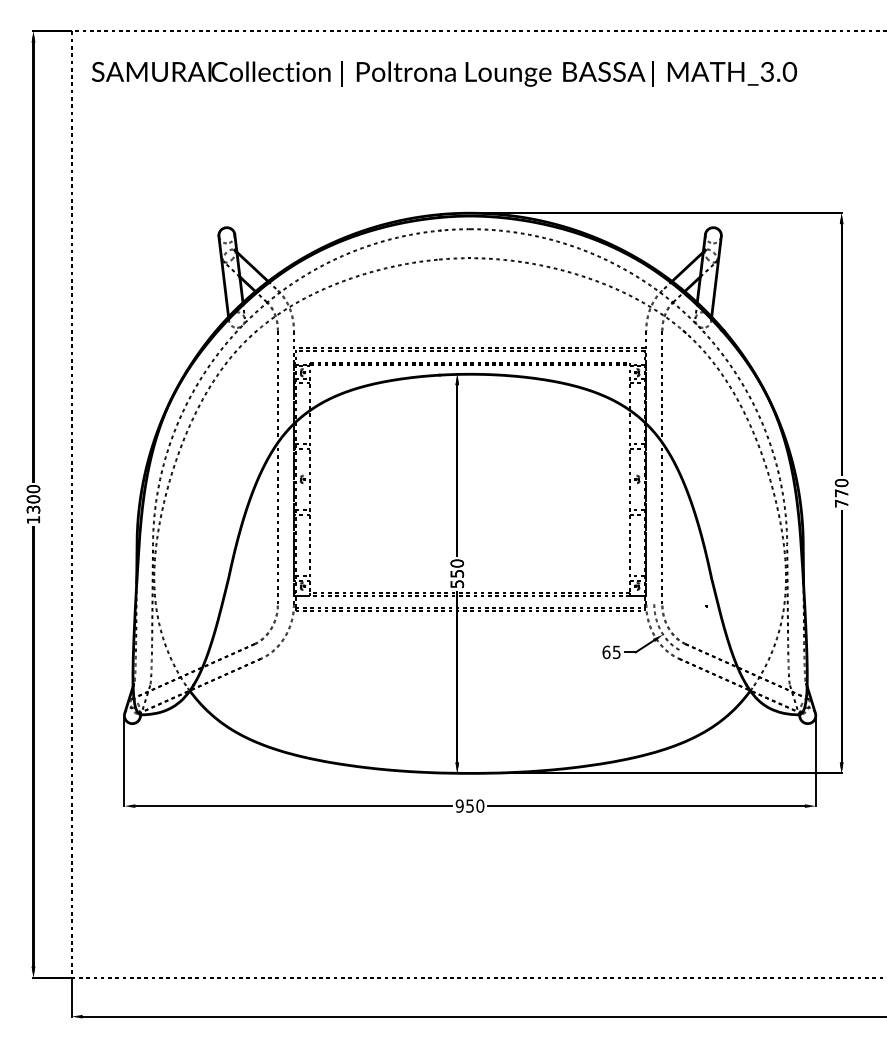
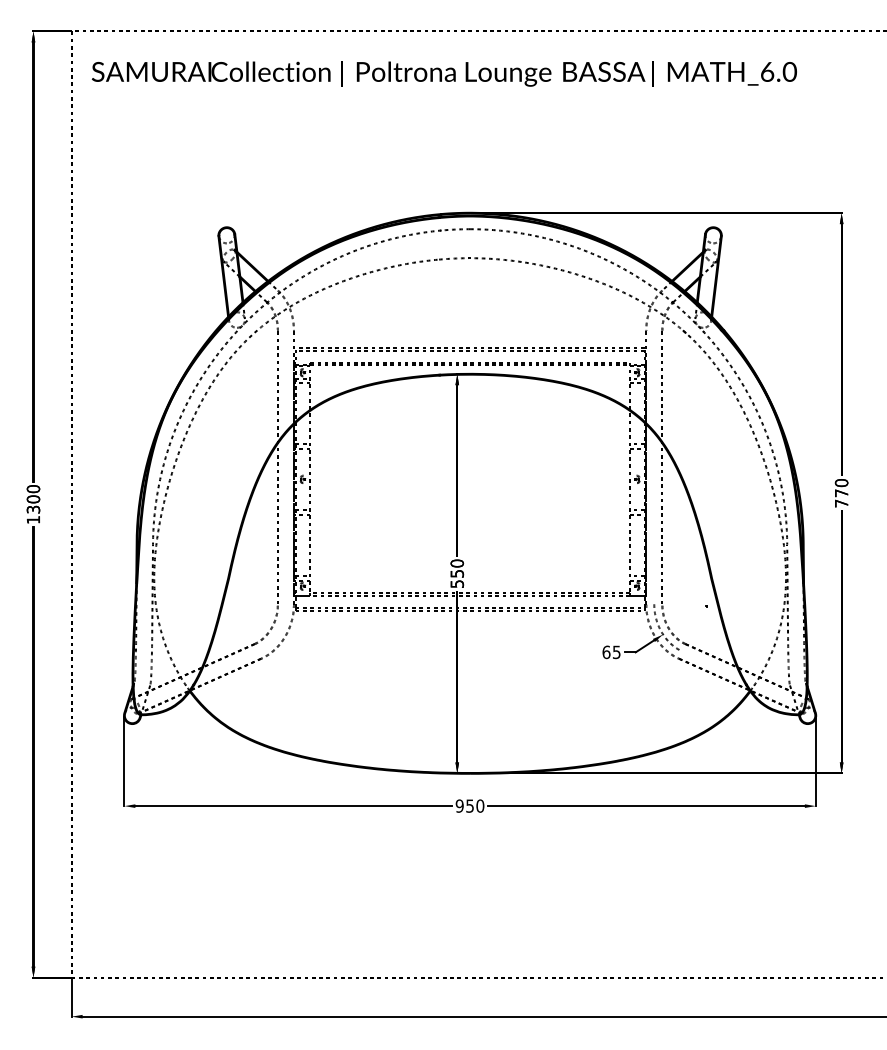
text at (767, 71): MATH_3.0 -> MATH_6.0
